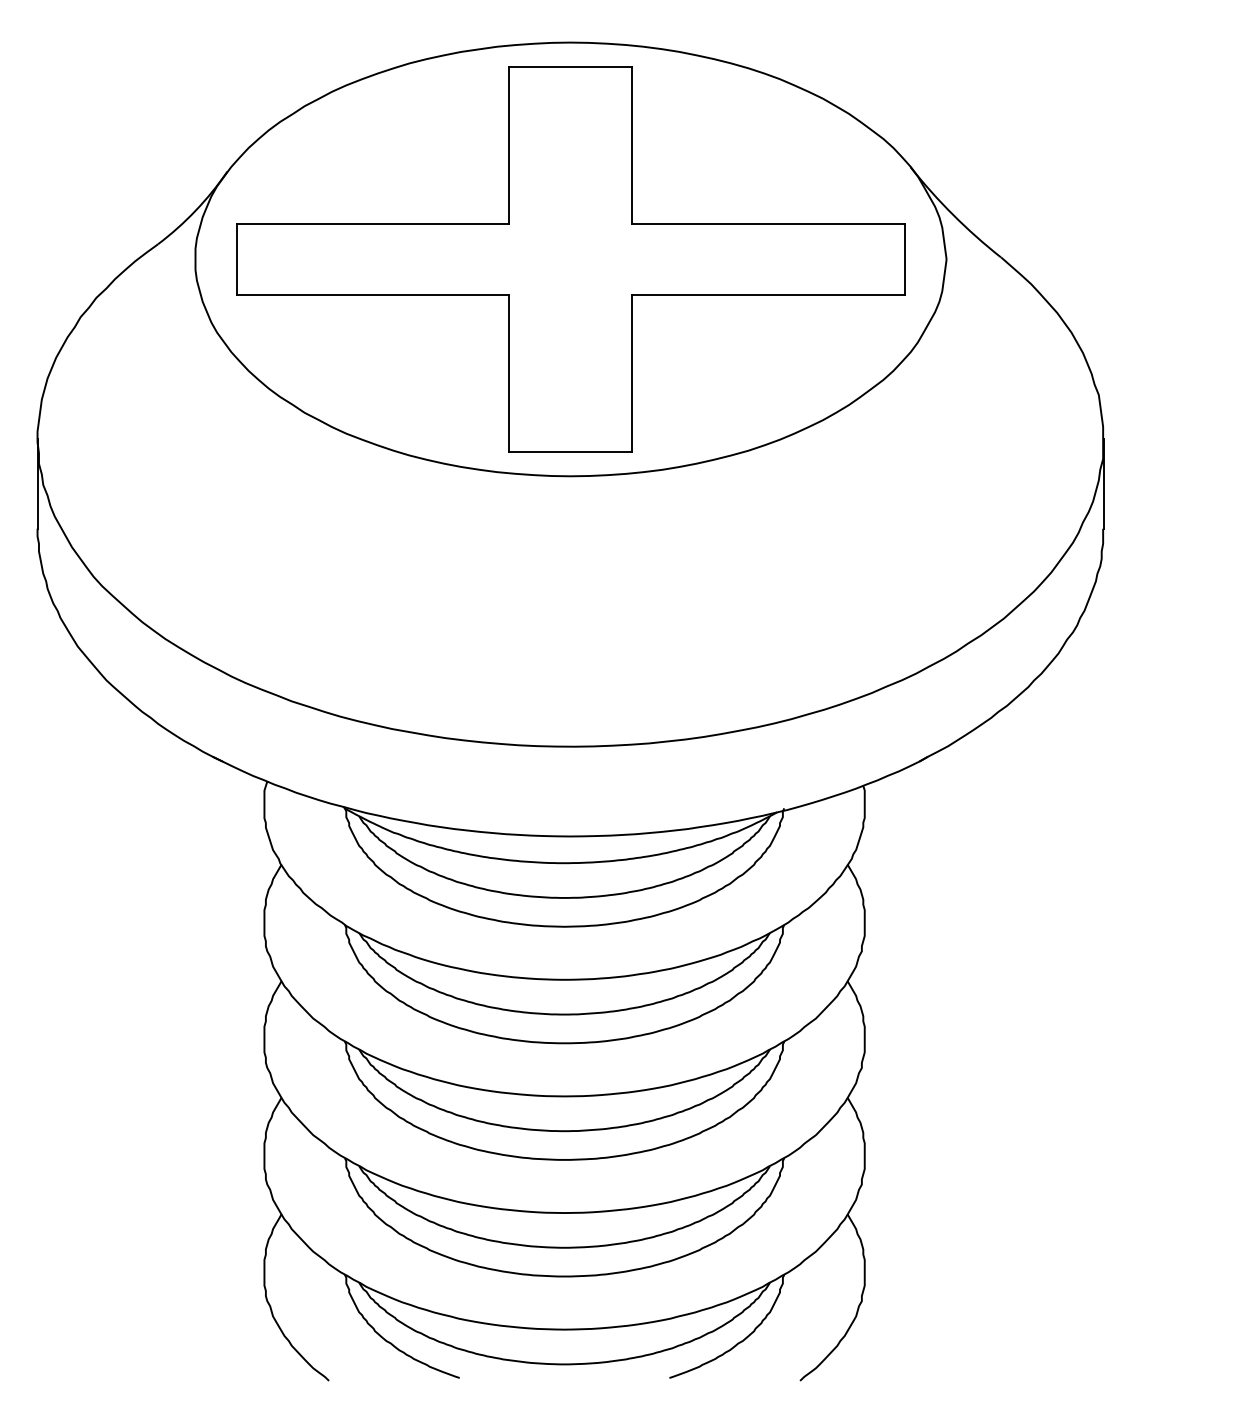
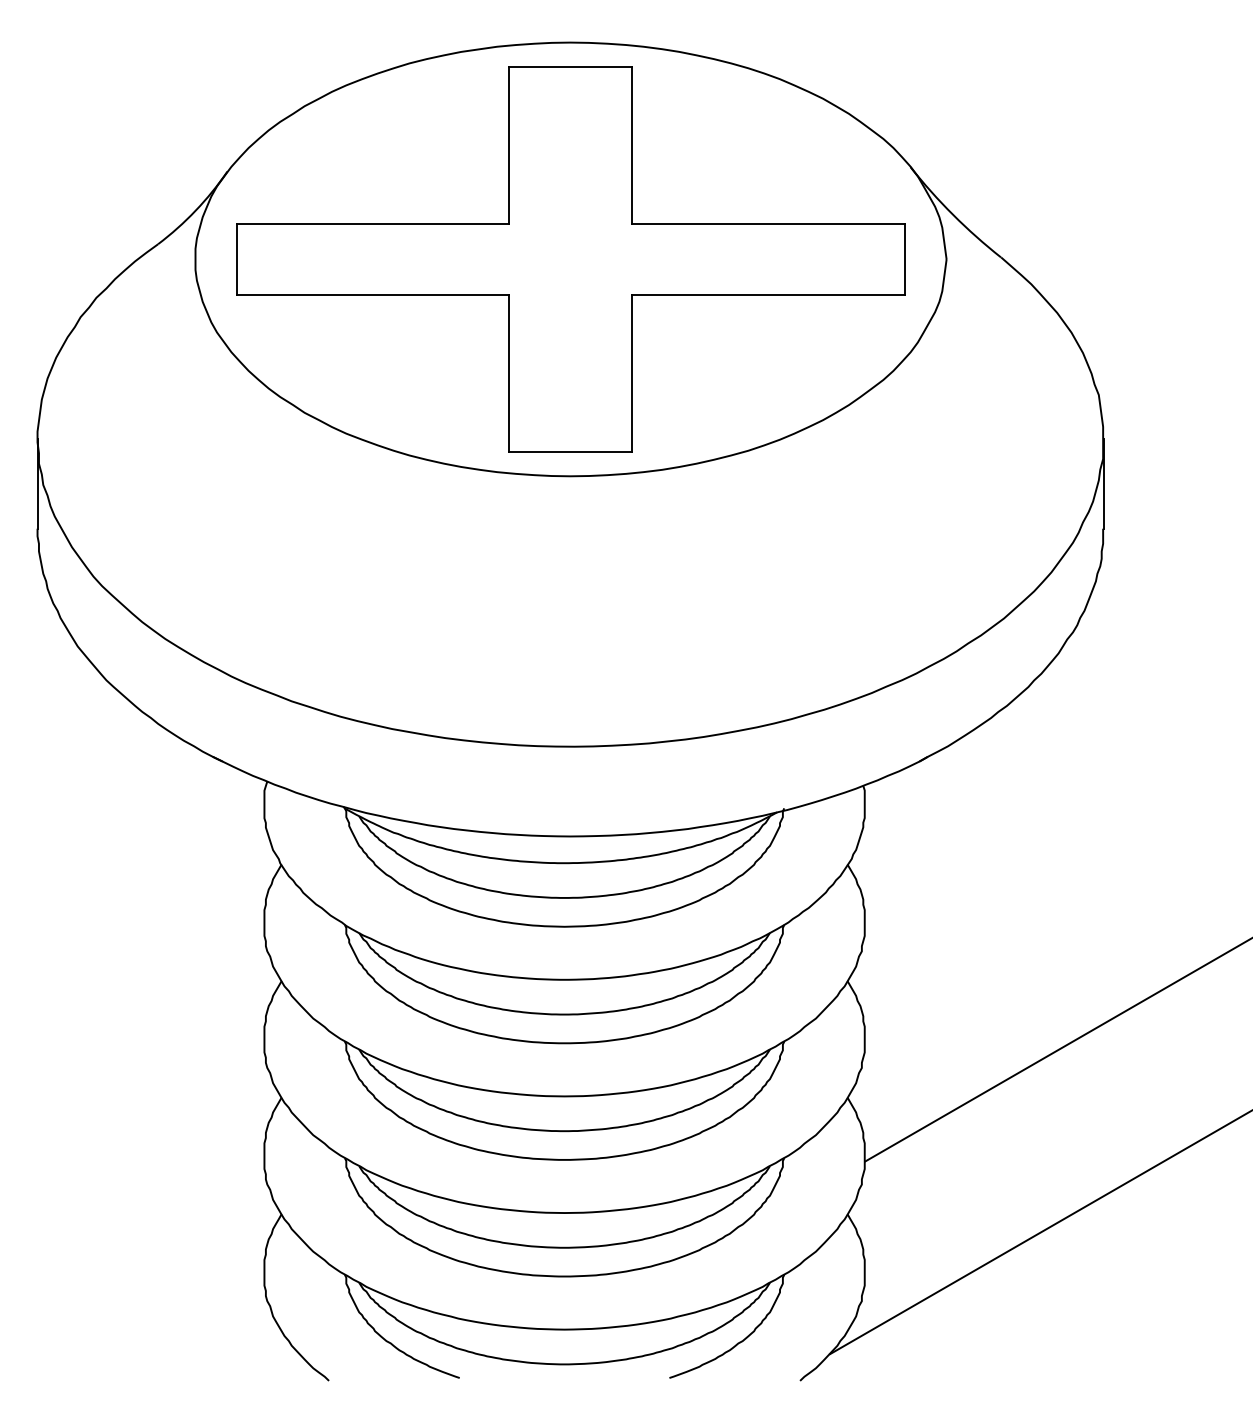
line at (1057, 1050): none -> present
line at (1039, 1233): none -> present
